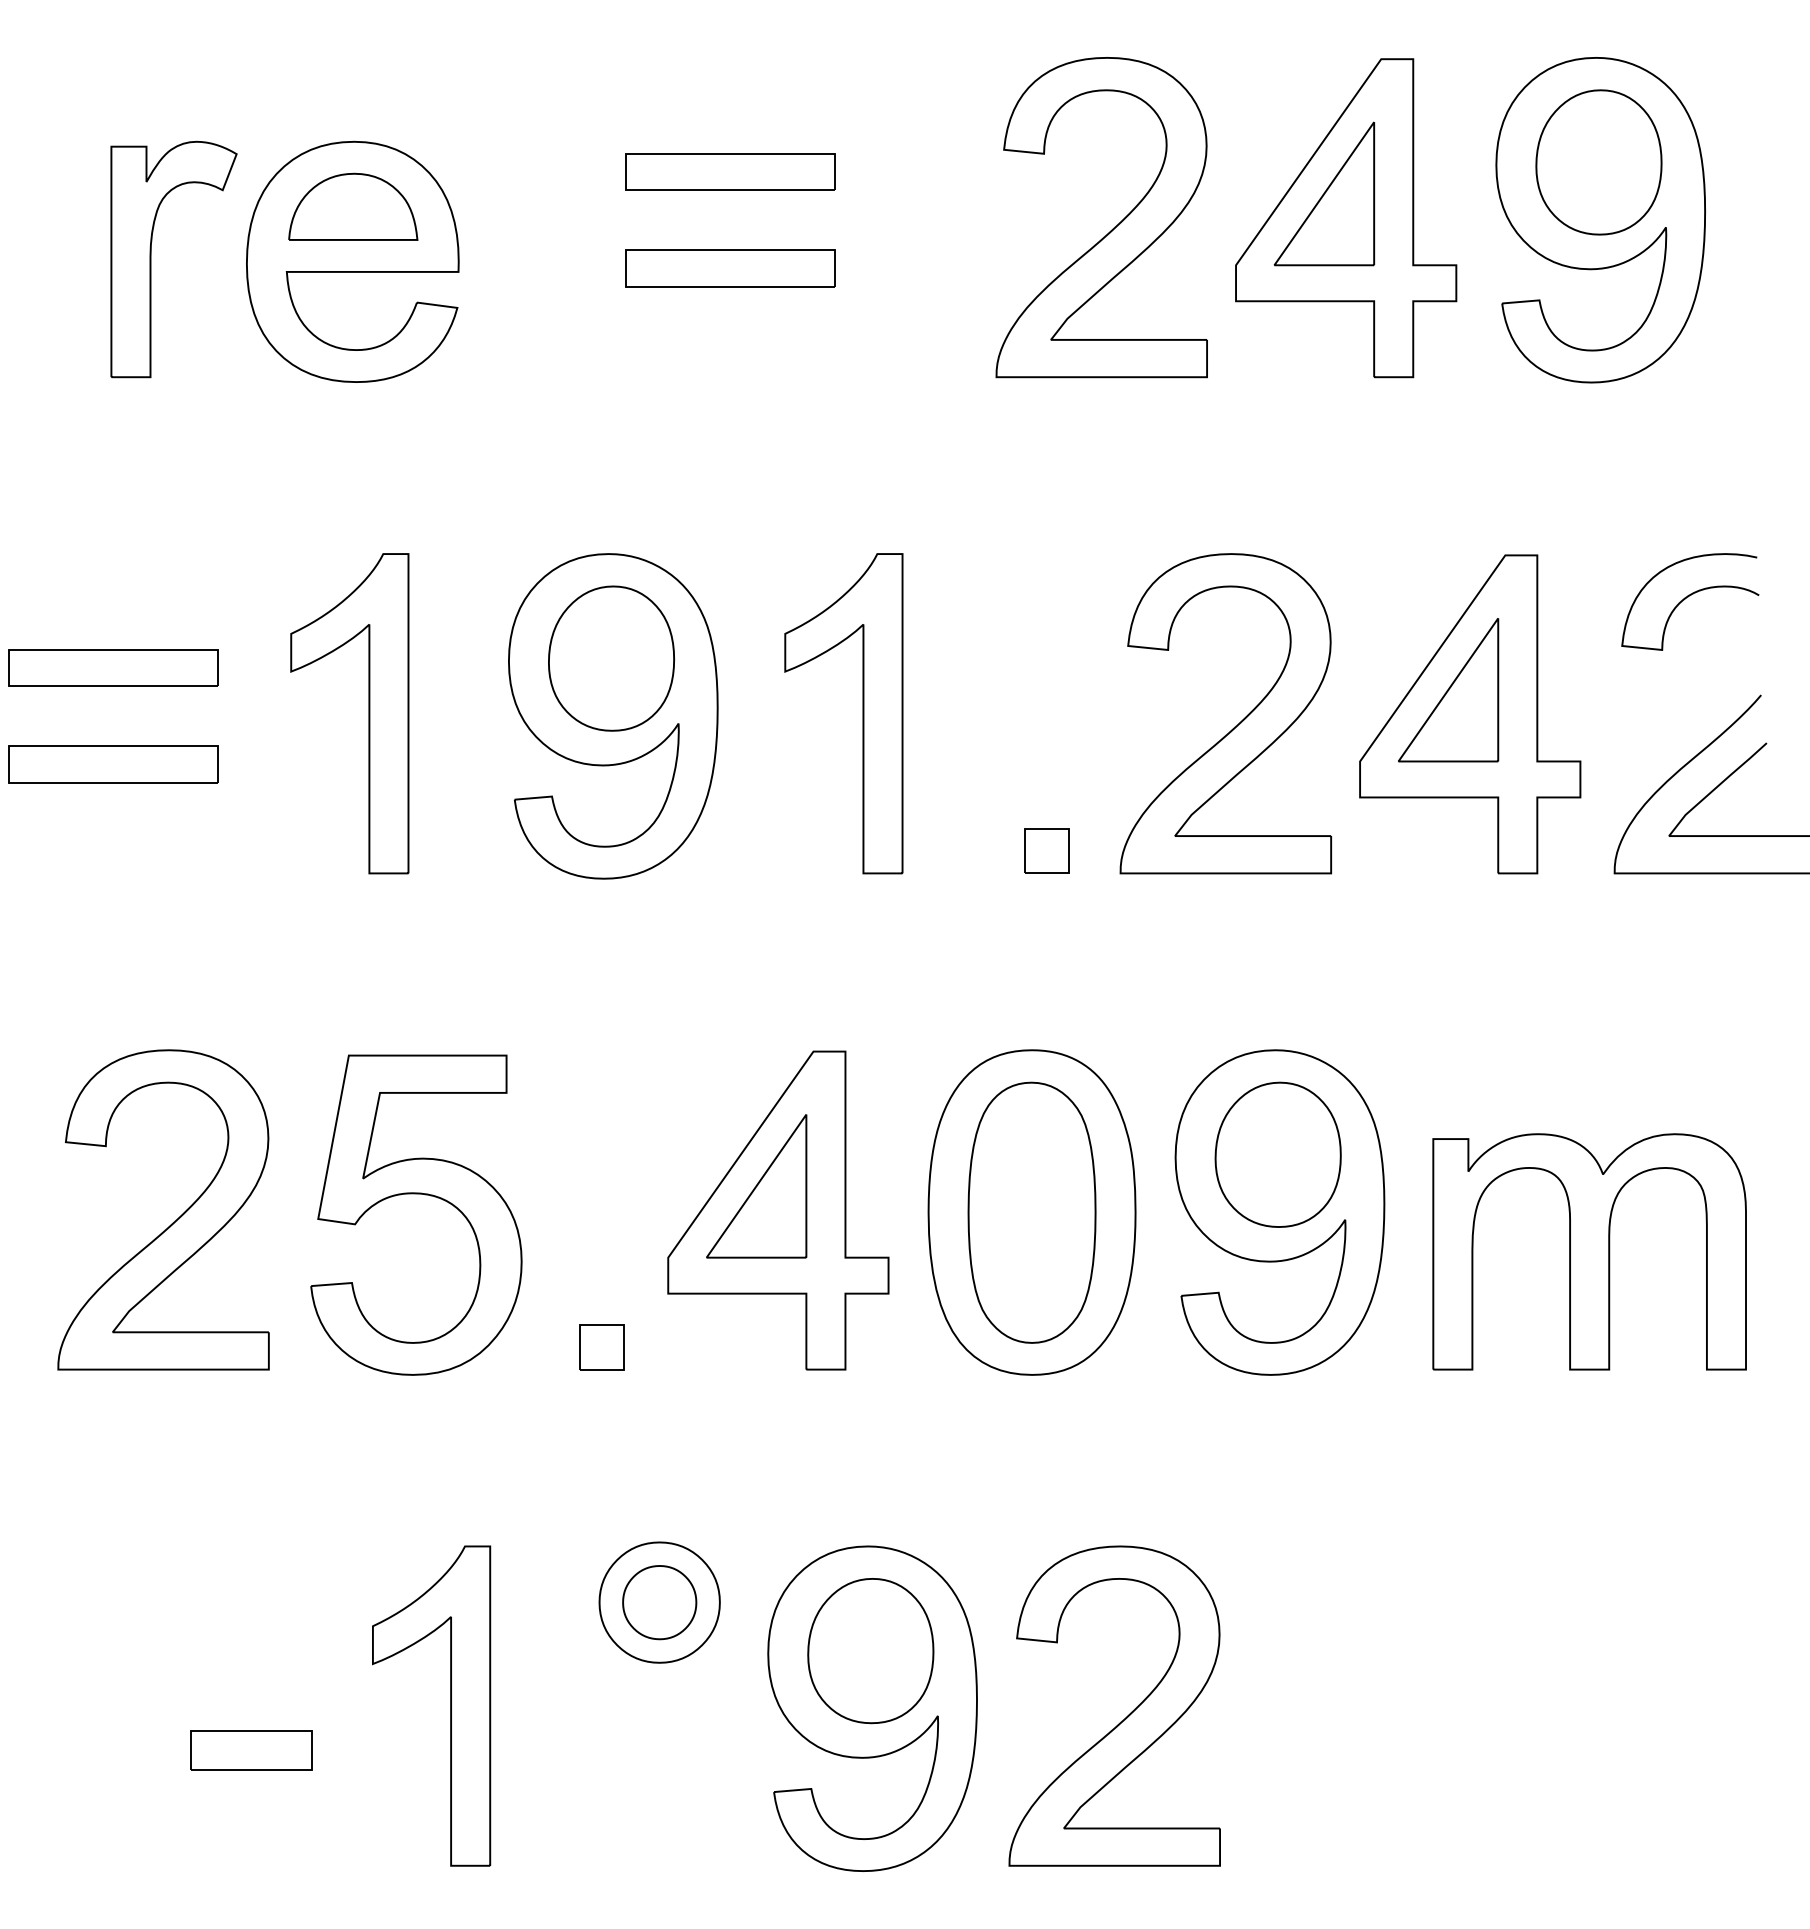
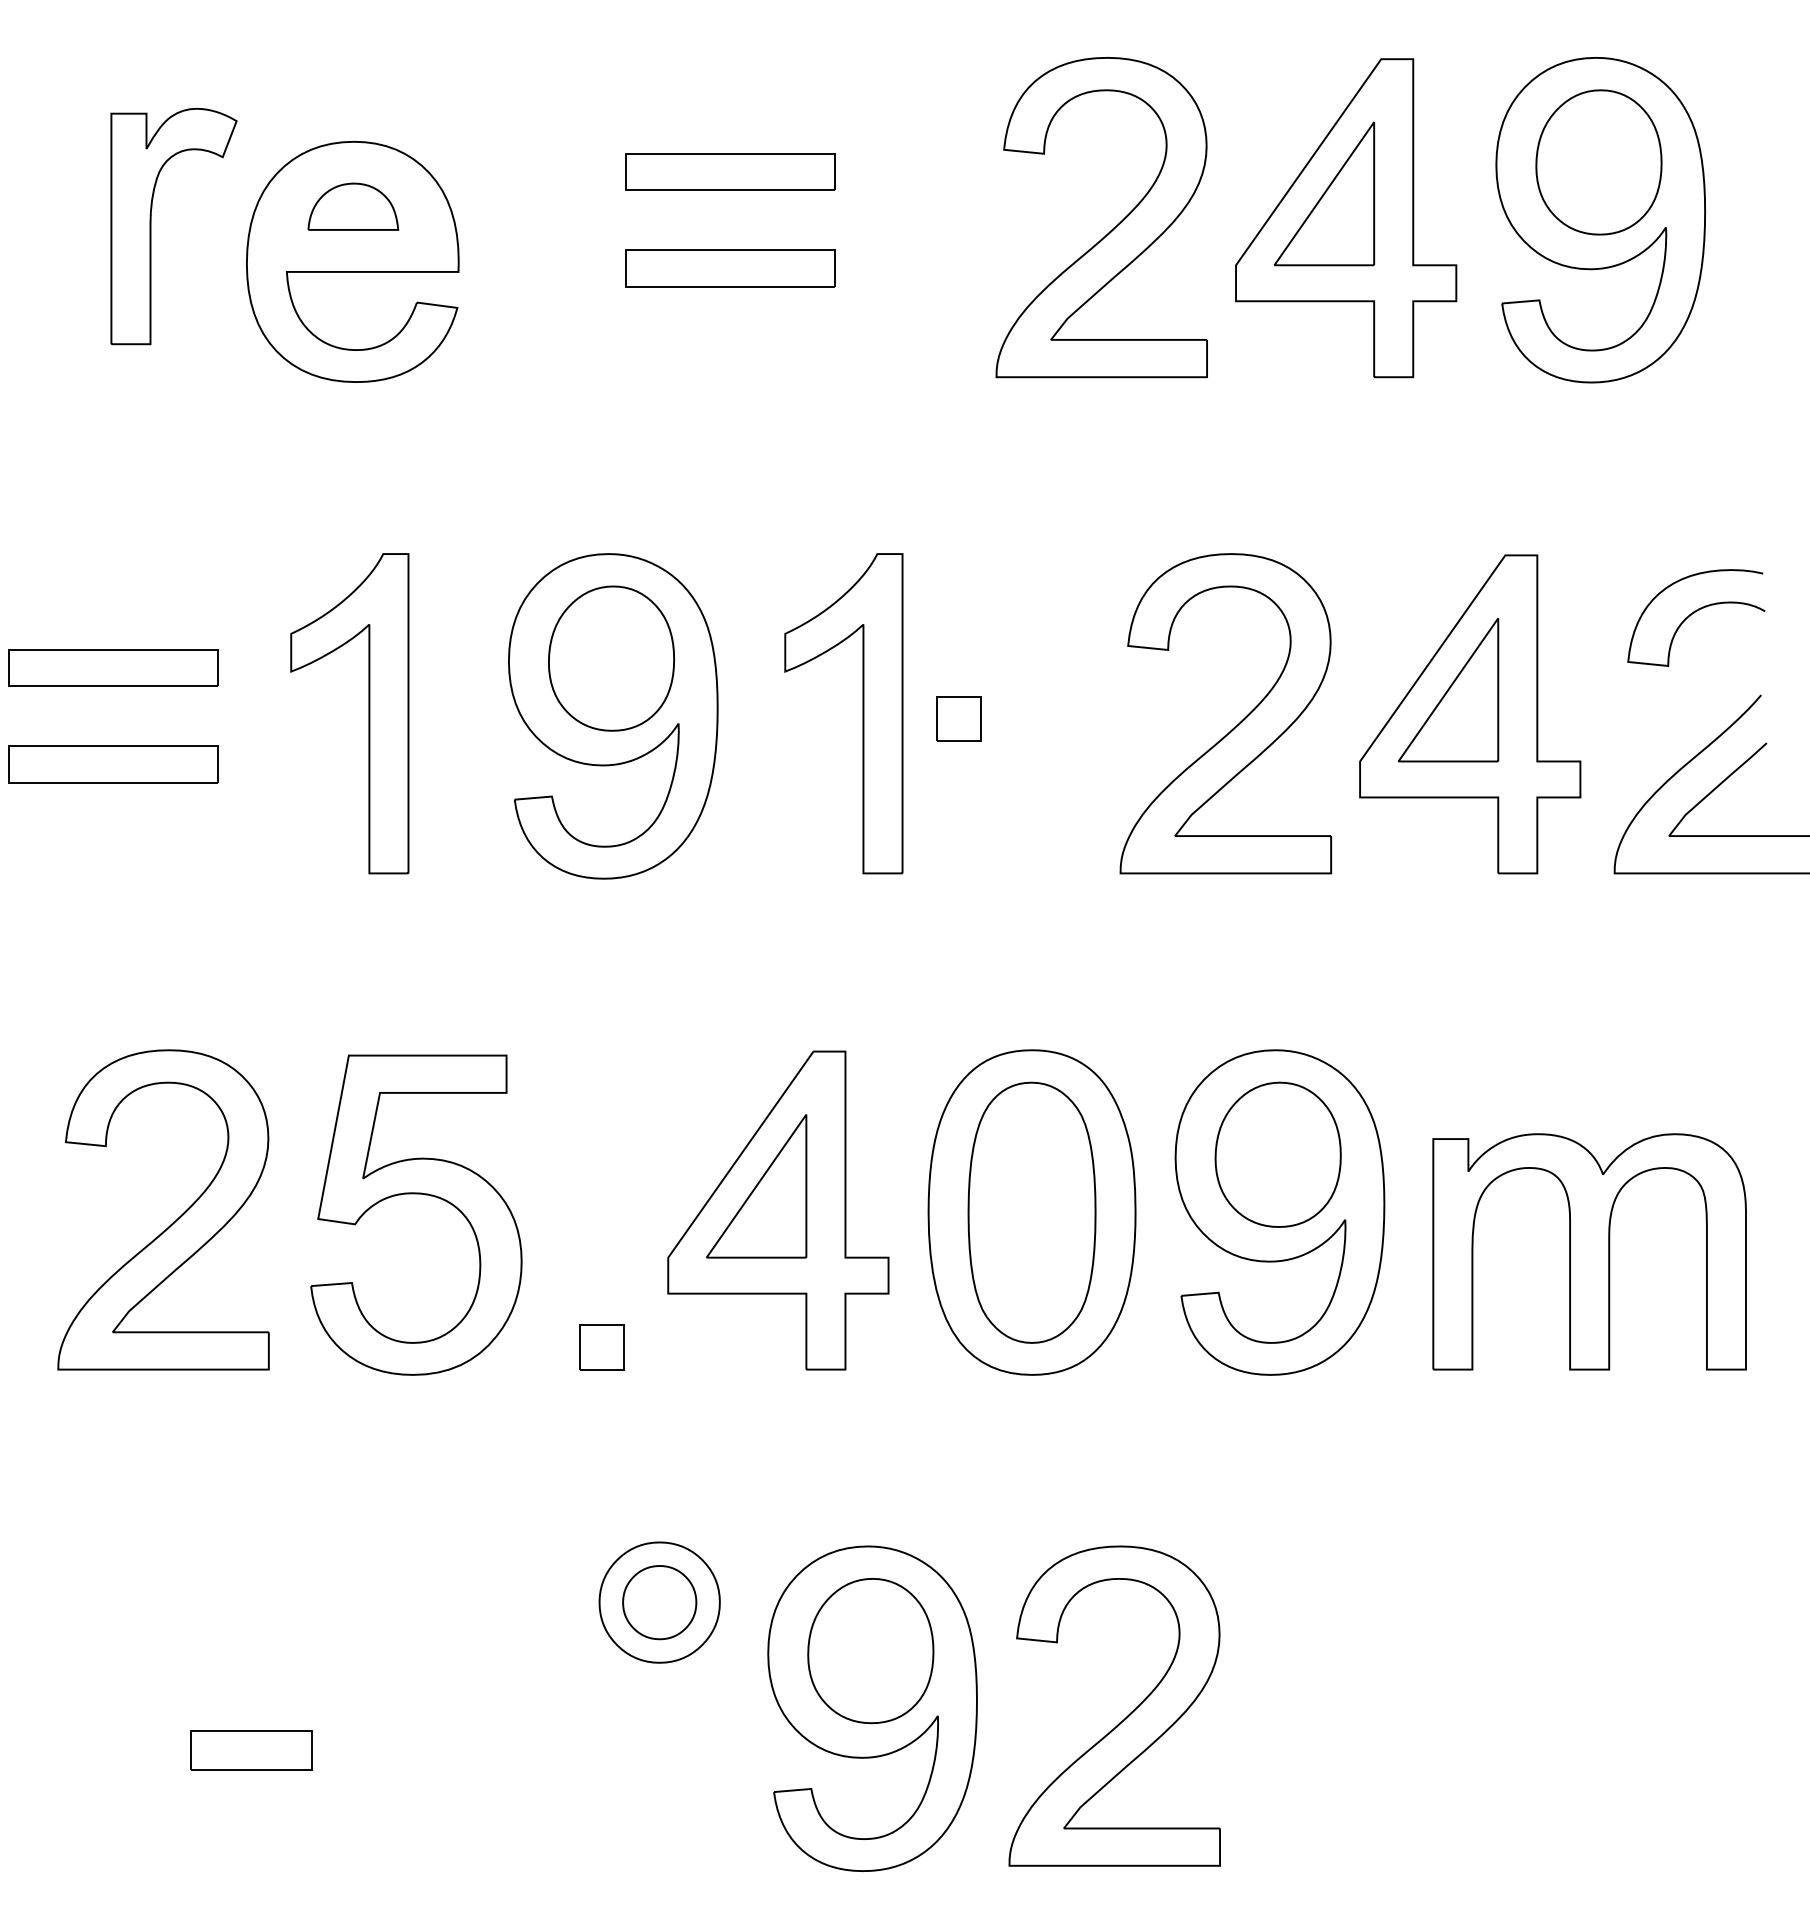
part at (353, 206) size: 131x69 px -> 93x49 px
part at (151, 259) position: (151, 259) -> (151, 226)
curve at (1688, 597) position: (1688, 597) -> (1694, 613)
part at (1046, 850) position: (1046, 850) -> (958, 718)
part at (450, 1705): present -> none
